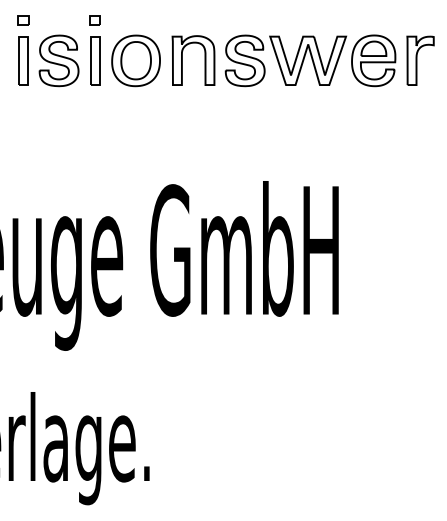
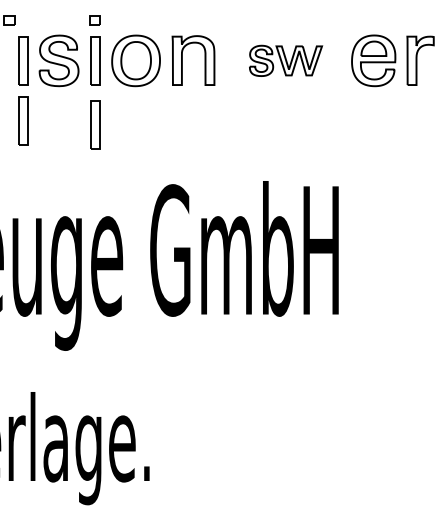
part at (23, 20) position: (23, 20) -> (9, 20)
part at (285, 60) size: 124x54 px -> 75x33 px
part at (23, 120): none -> present
part at (95, 124): none -> present
